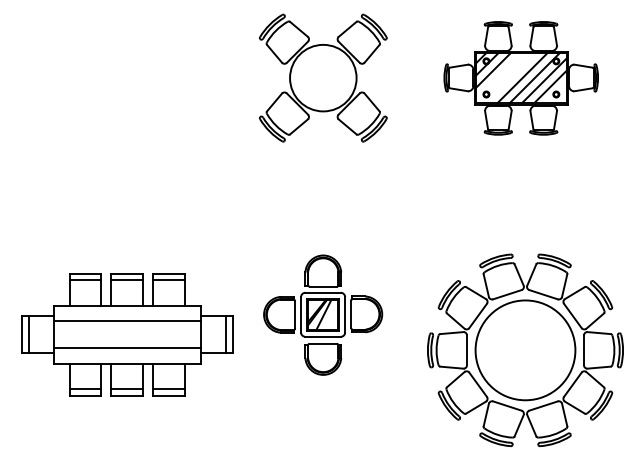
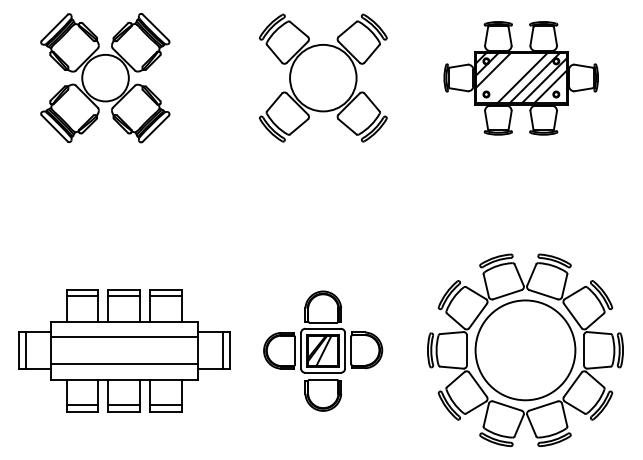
part at (105, 78): none -> present
part at (323, 314) position: (323, 314) -> (323, 350)
part at (127, 334) position: (127, 334) -> (124, 350)
